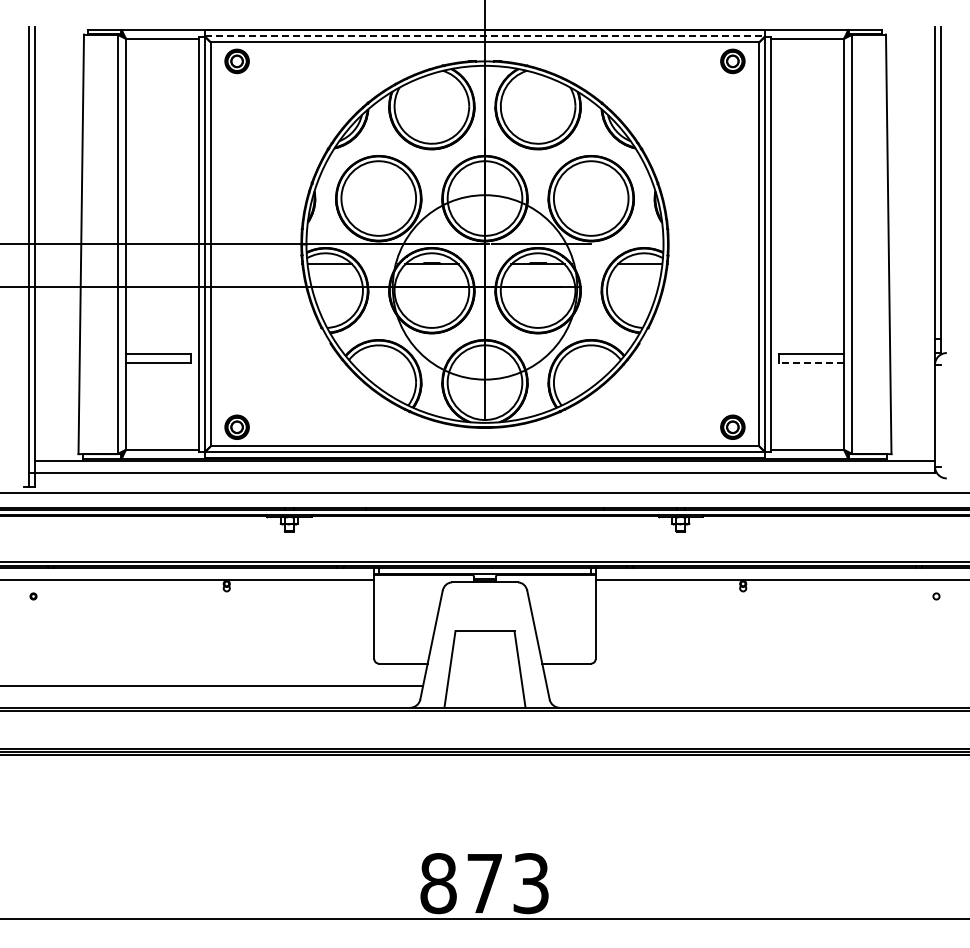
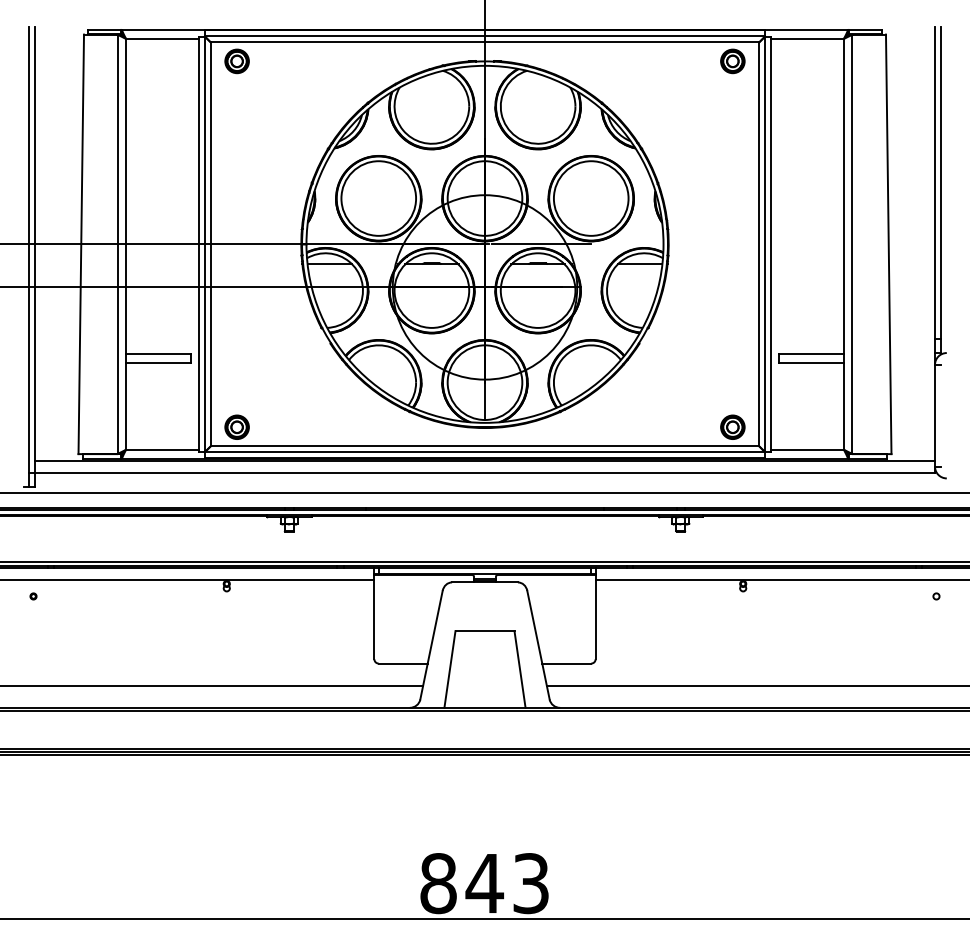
line at (485, 36): dashed -> solid
line at (811, 362): dashed -> solid
line at (756, 685): none -> present
text at (484, 883): 873 -> 843
